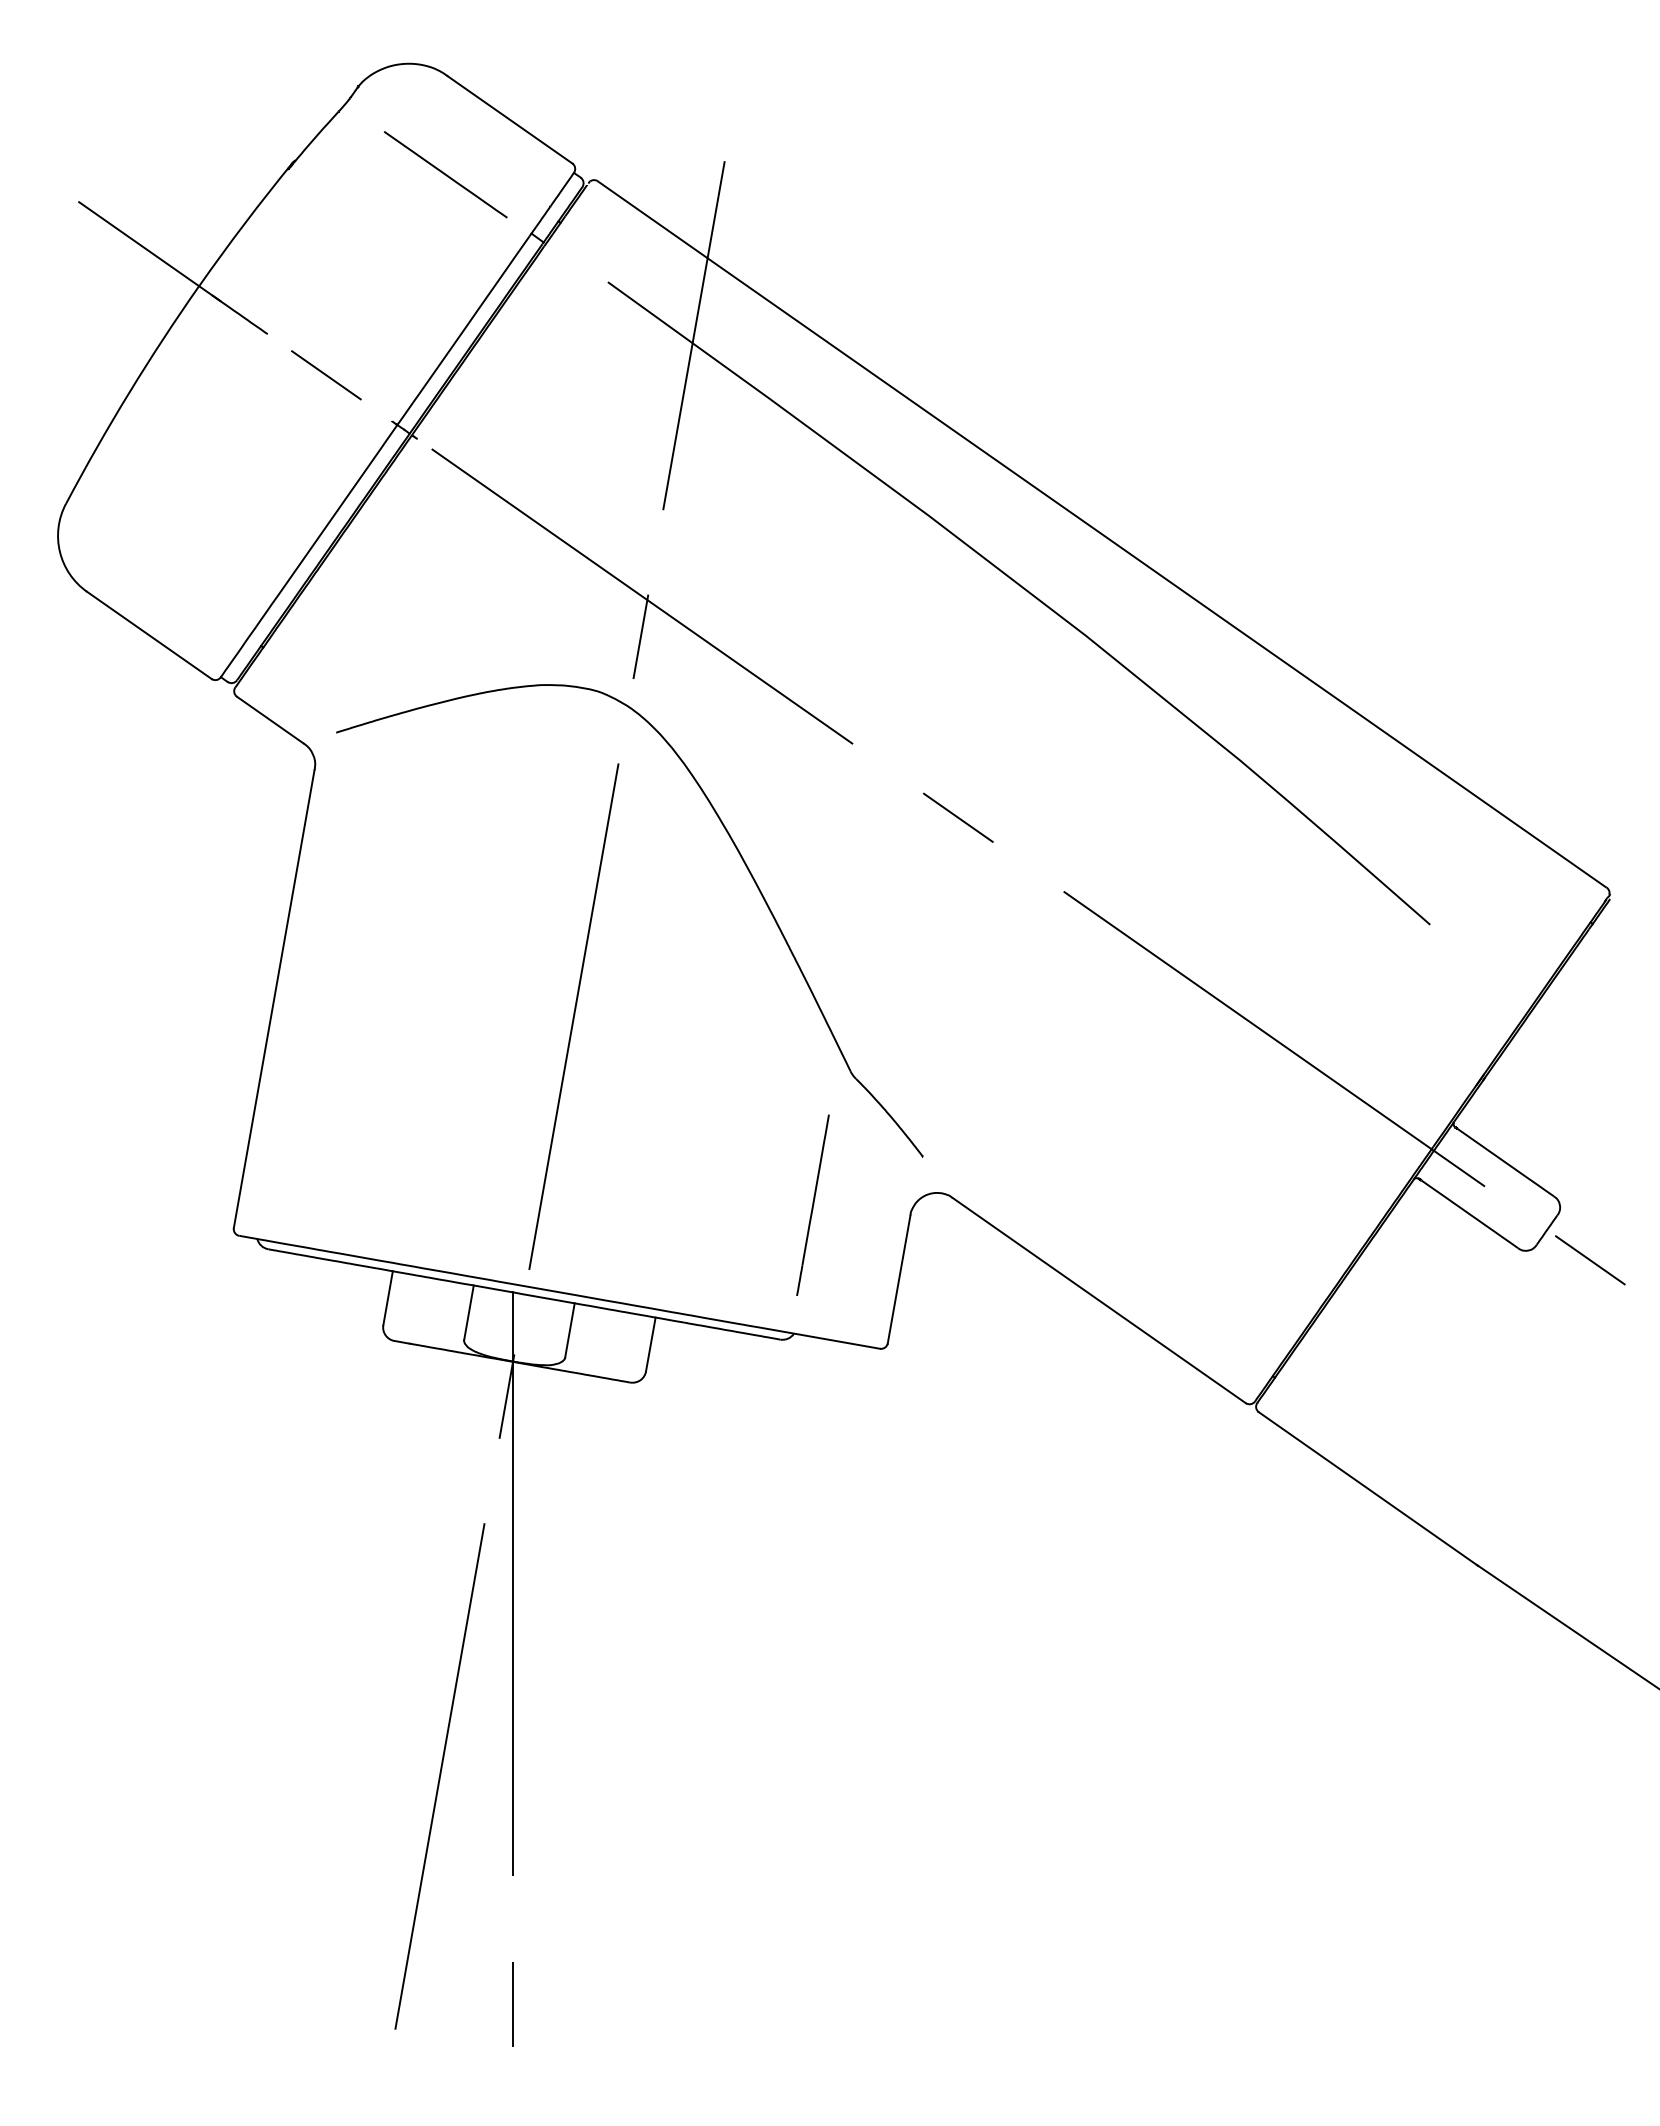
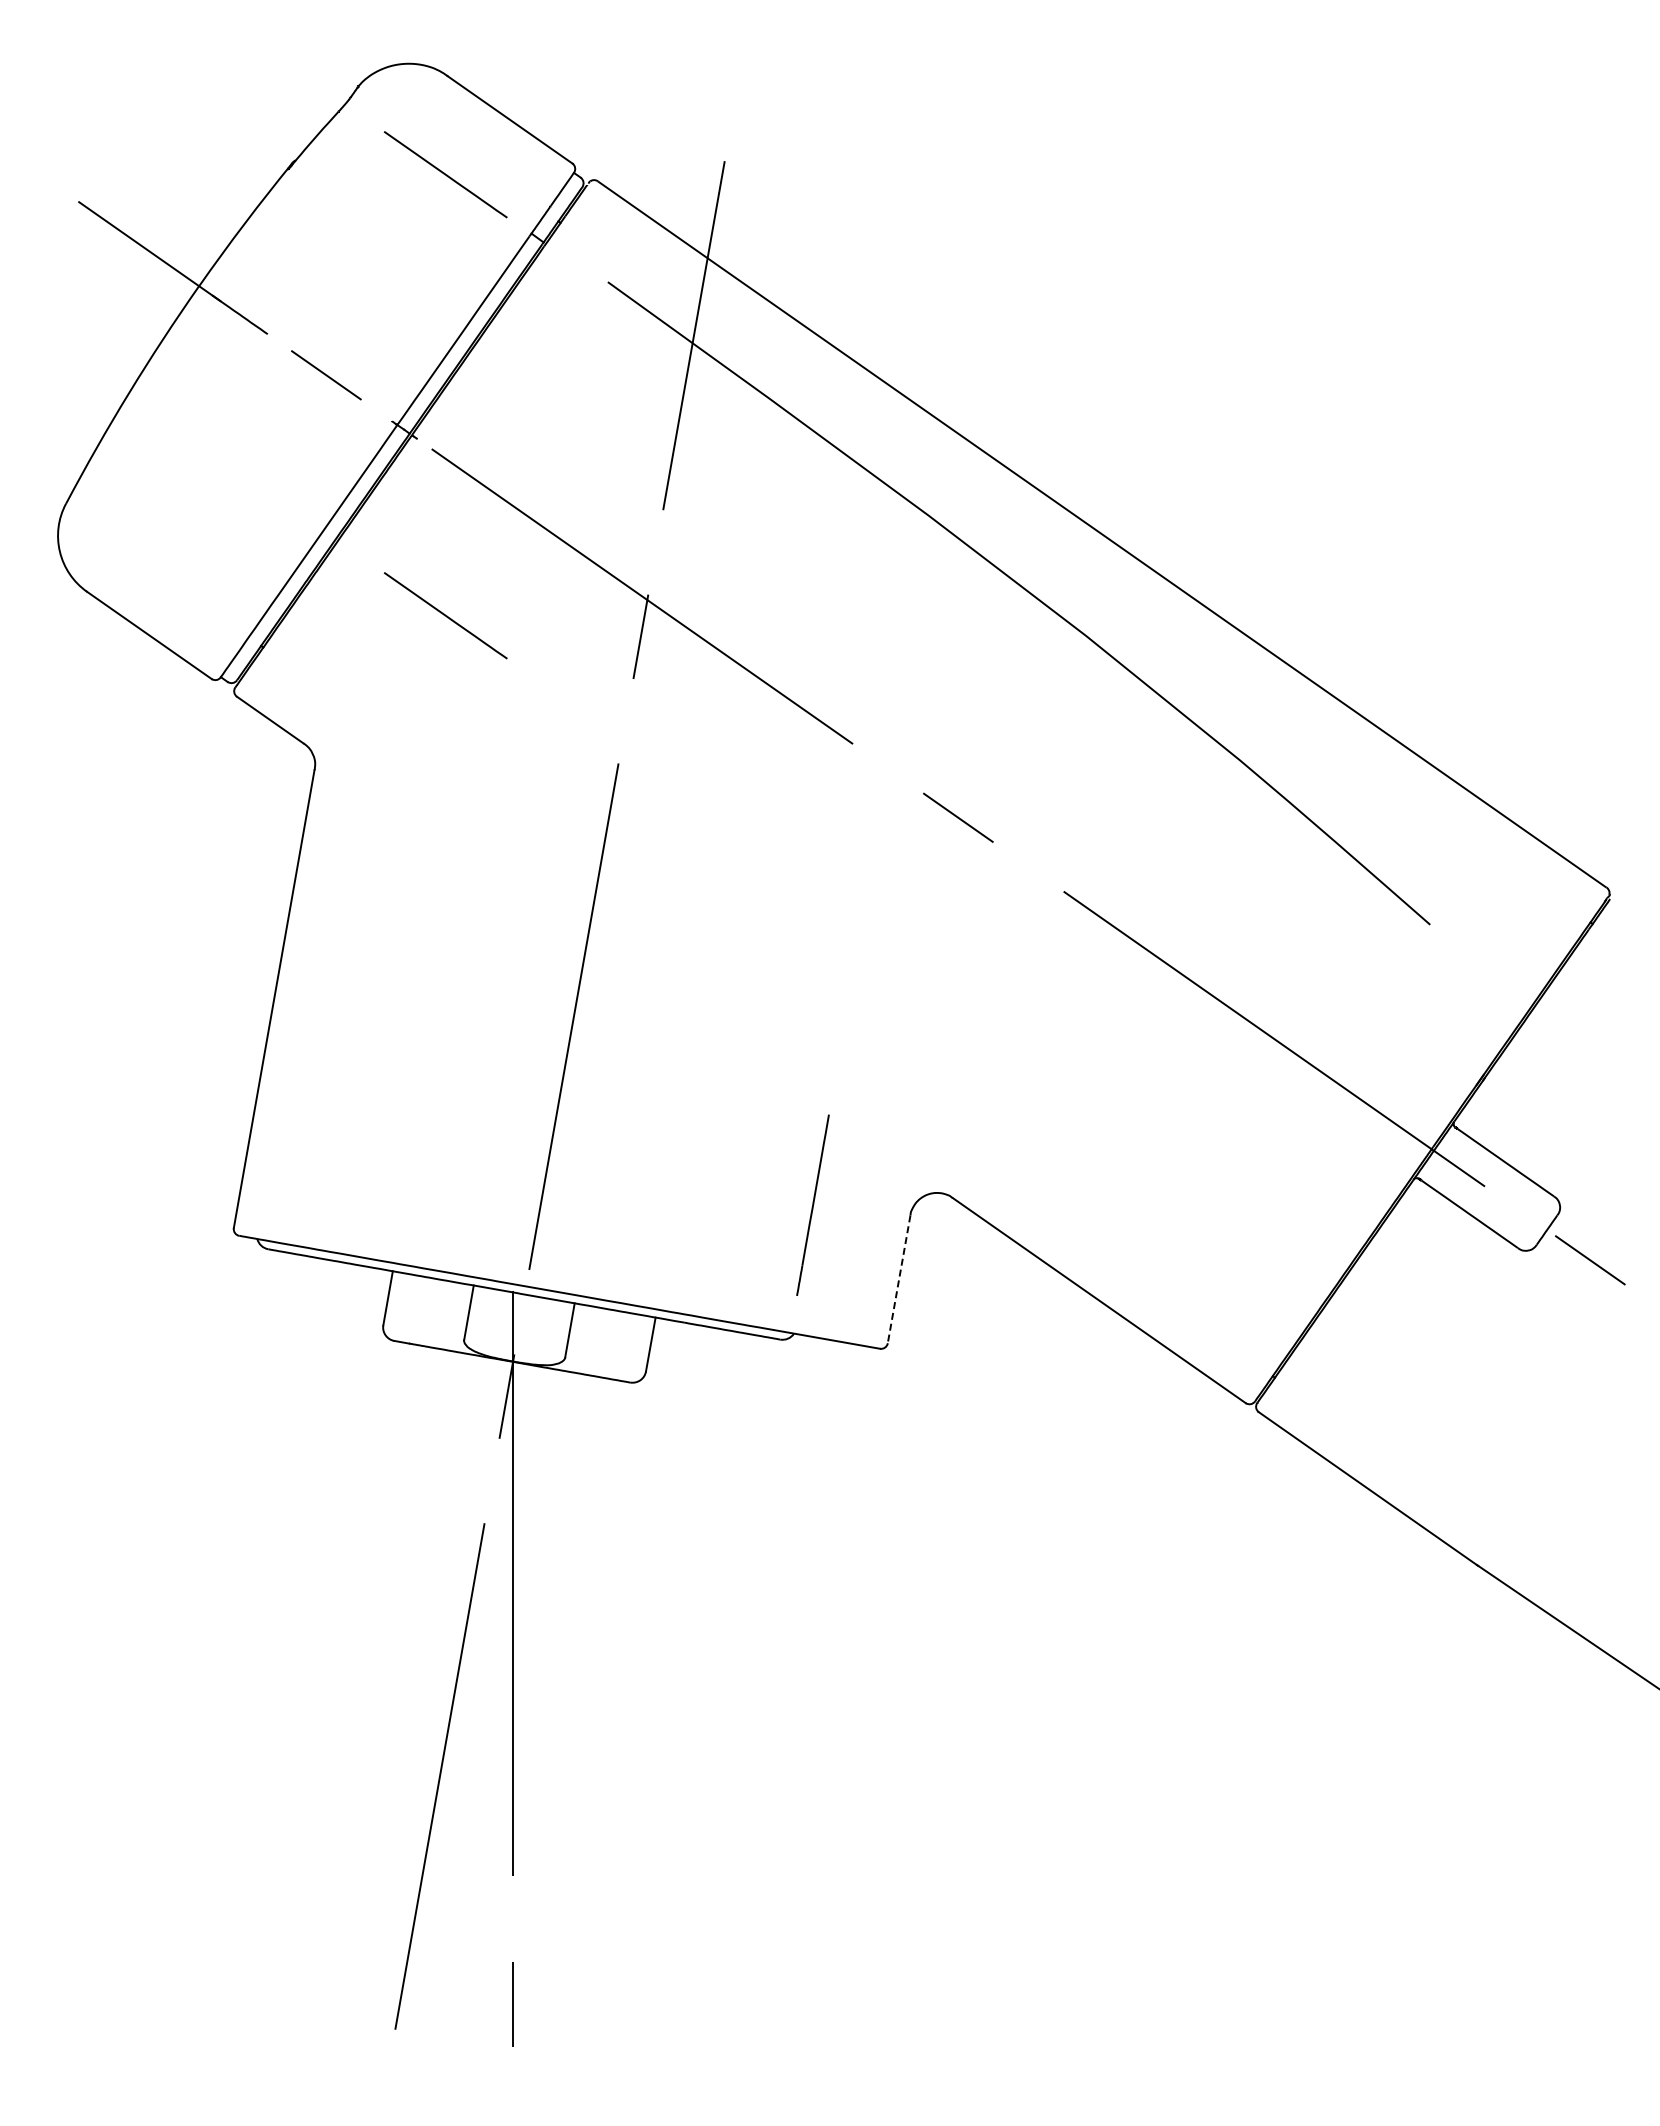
line at (445, 615): none -> present
part at (740, 857): present -> none
line at (898, 1280): solid -> dashed
